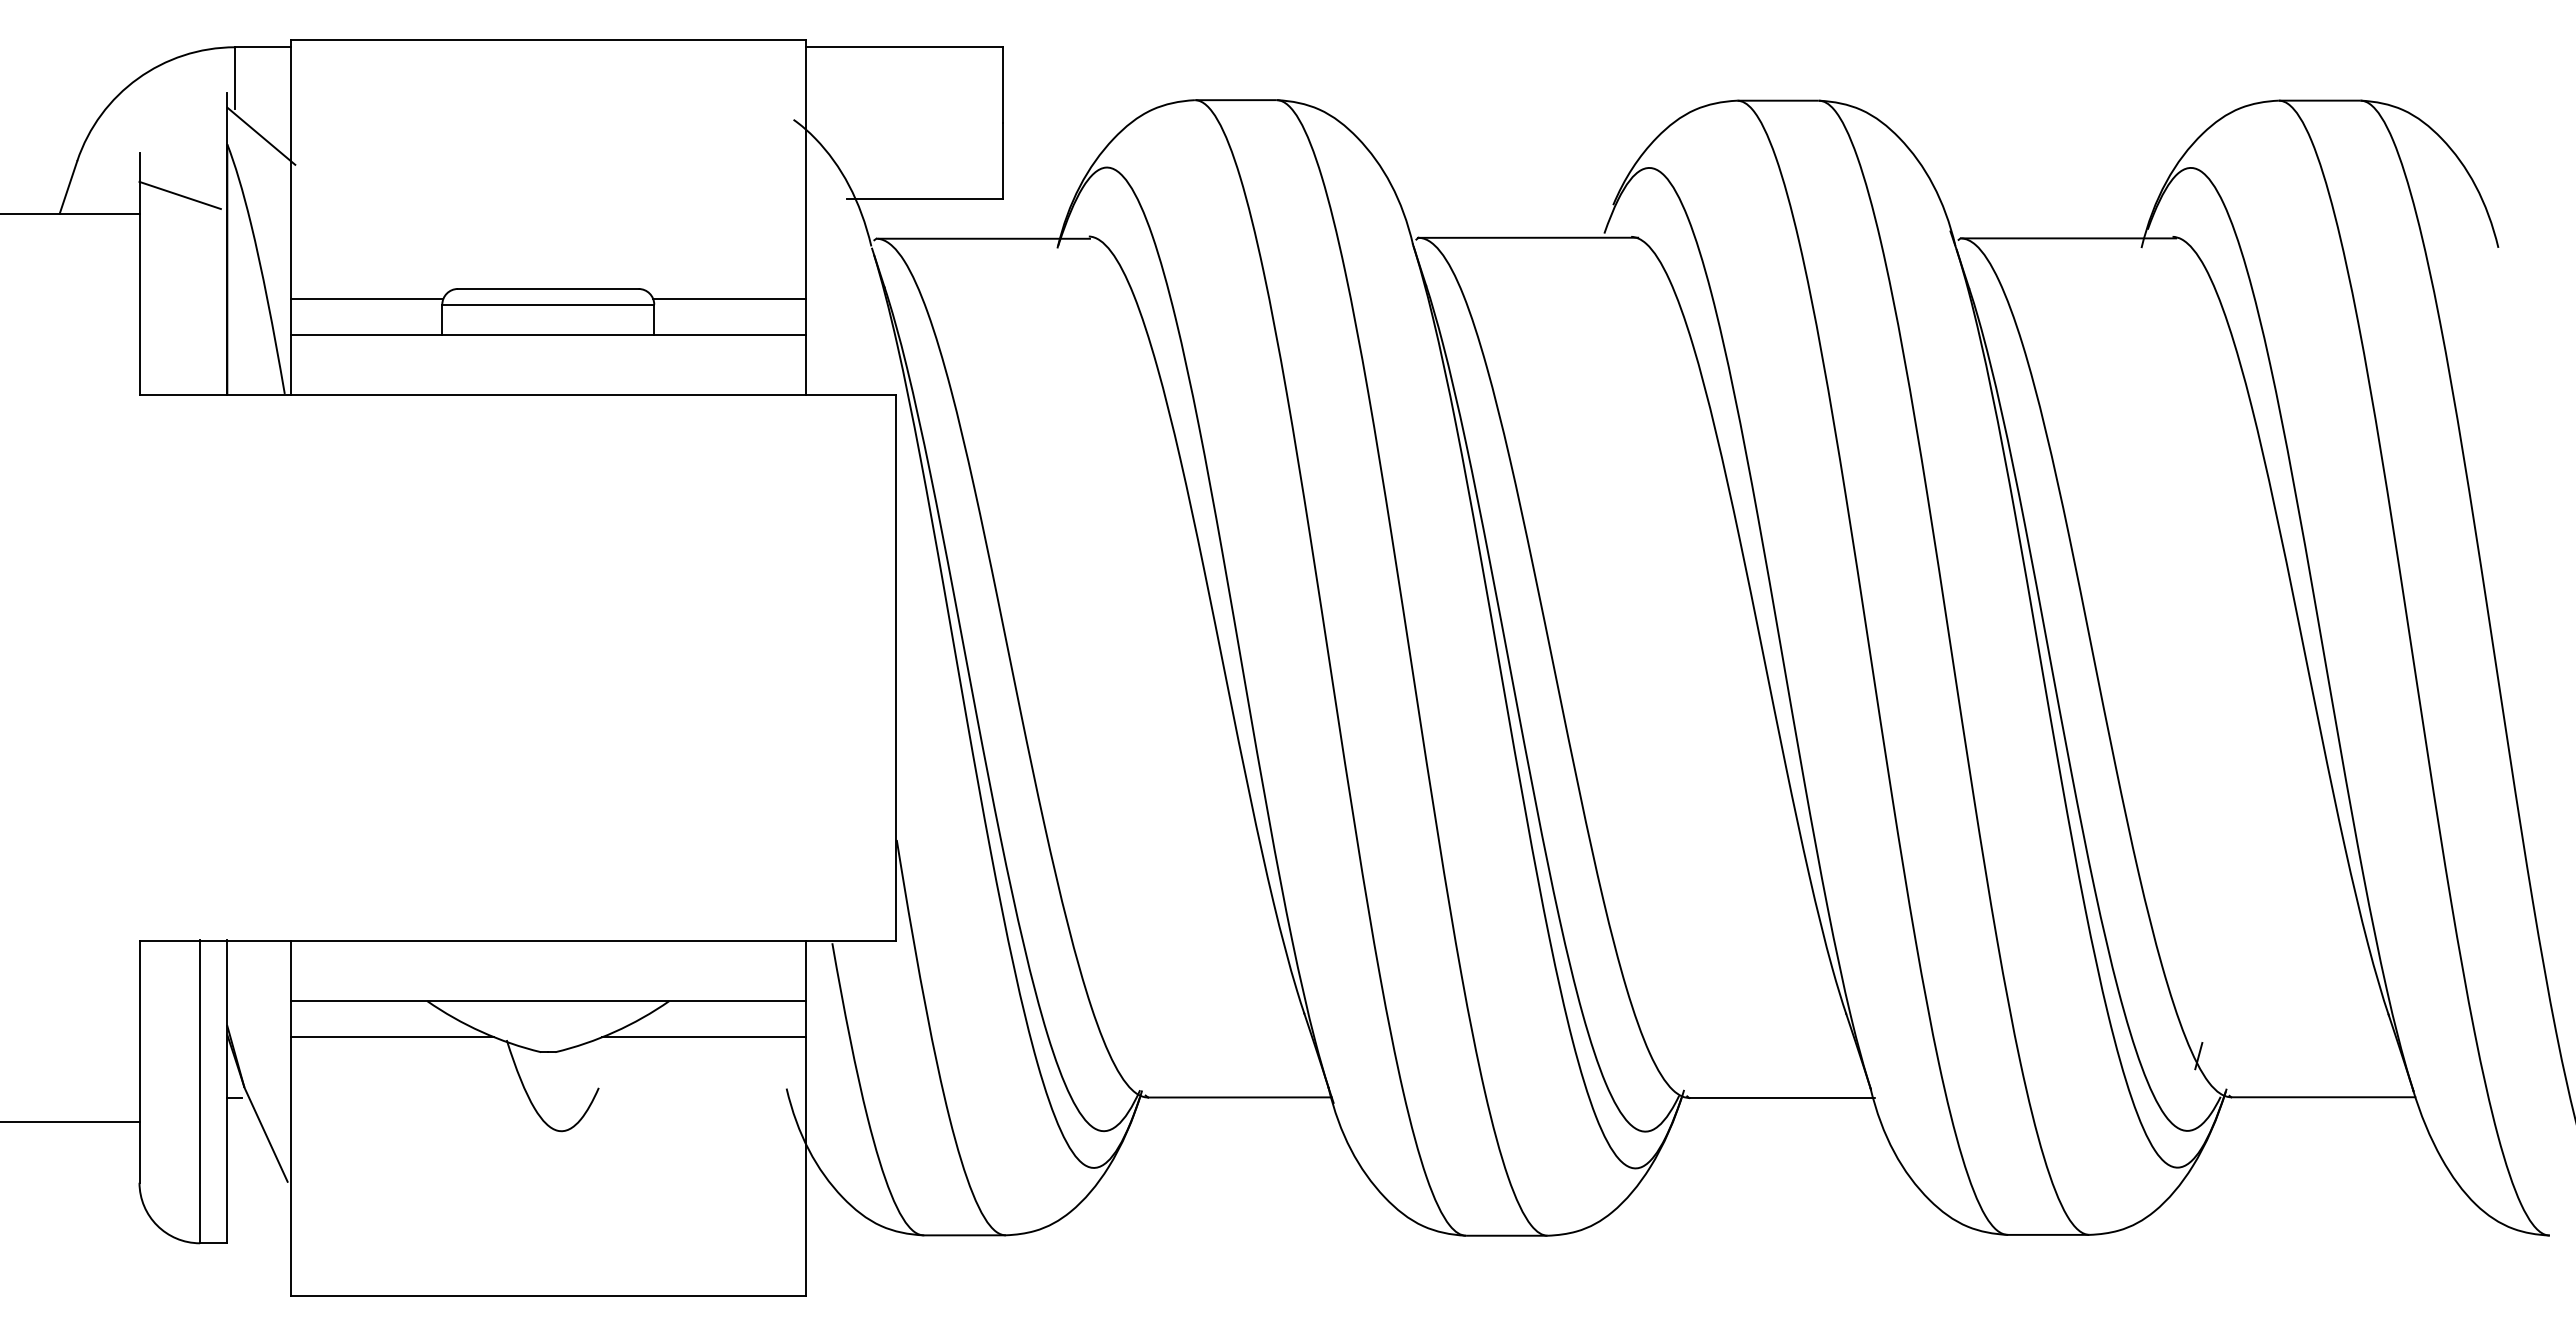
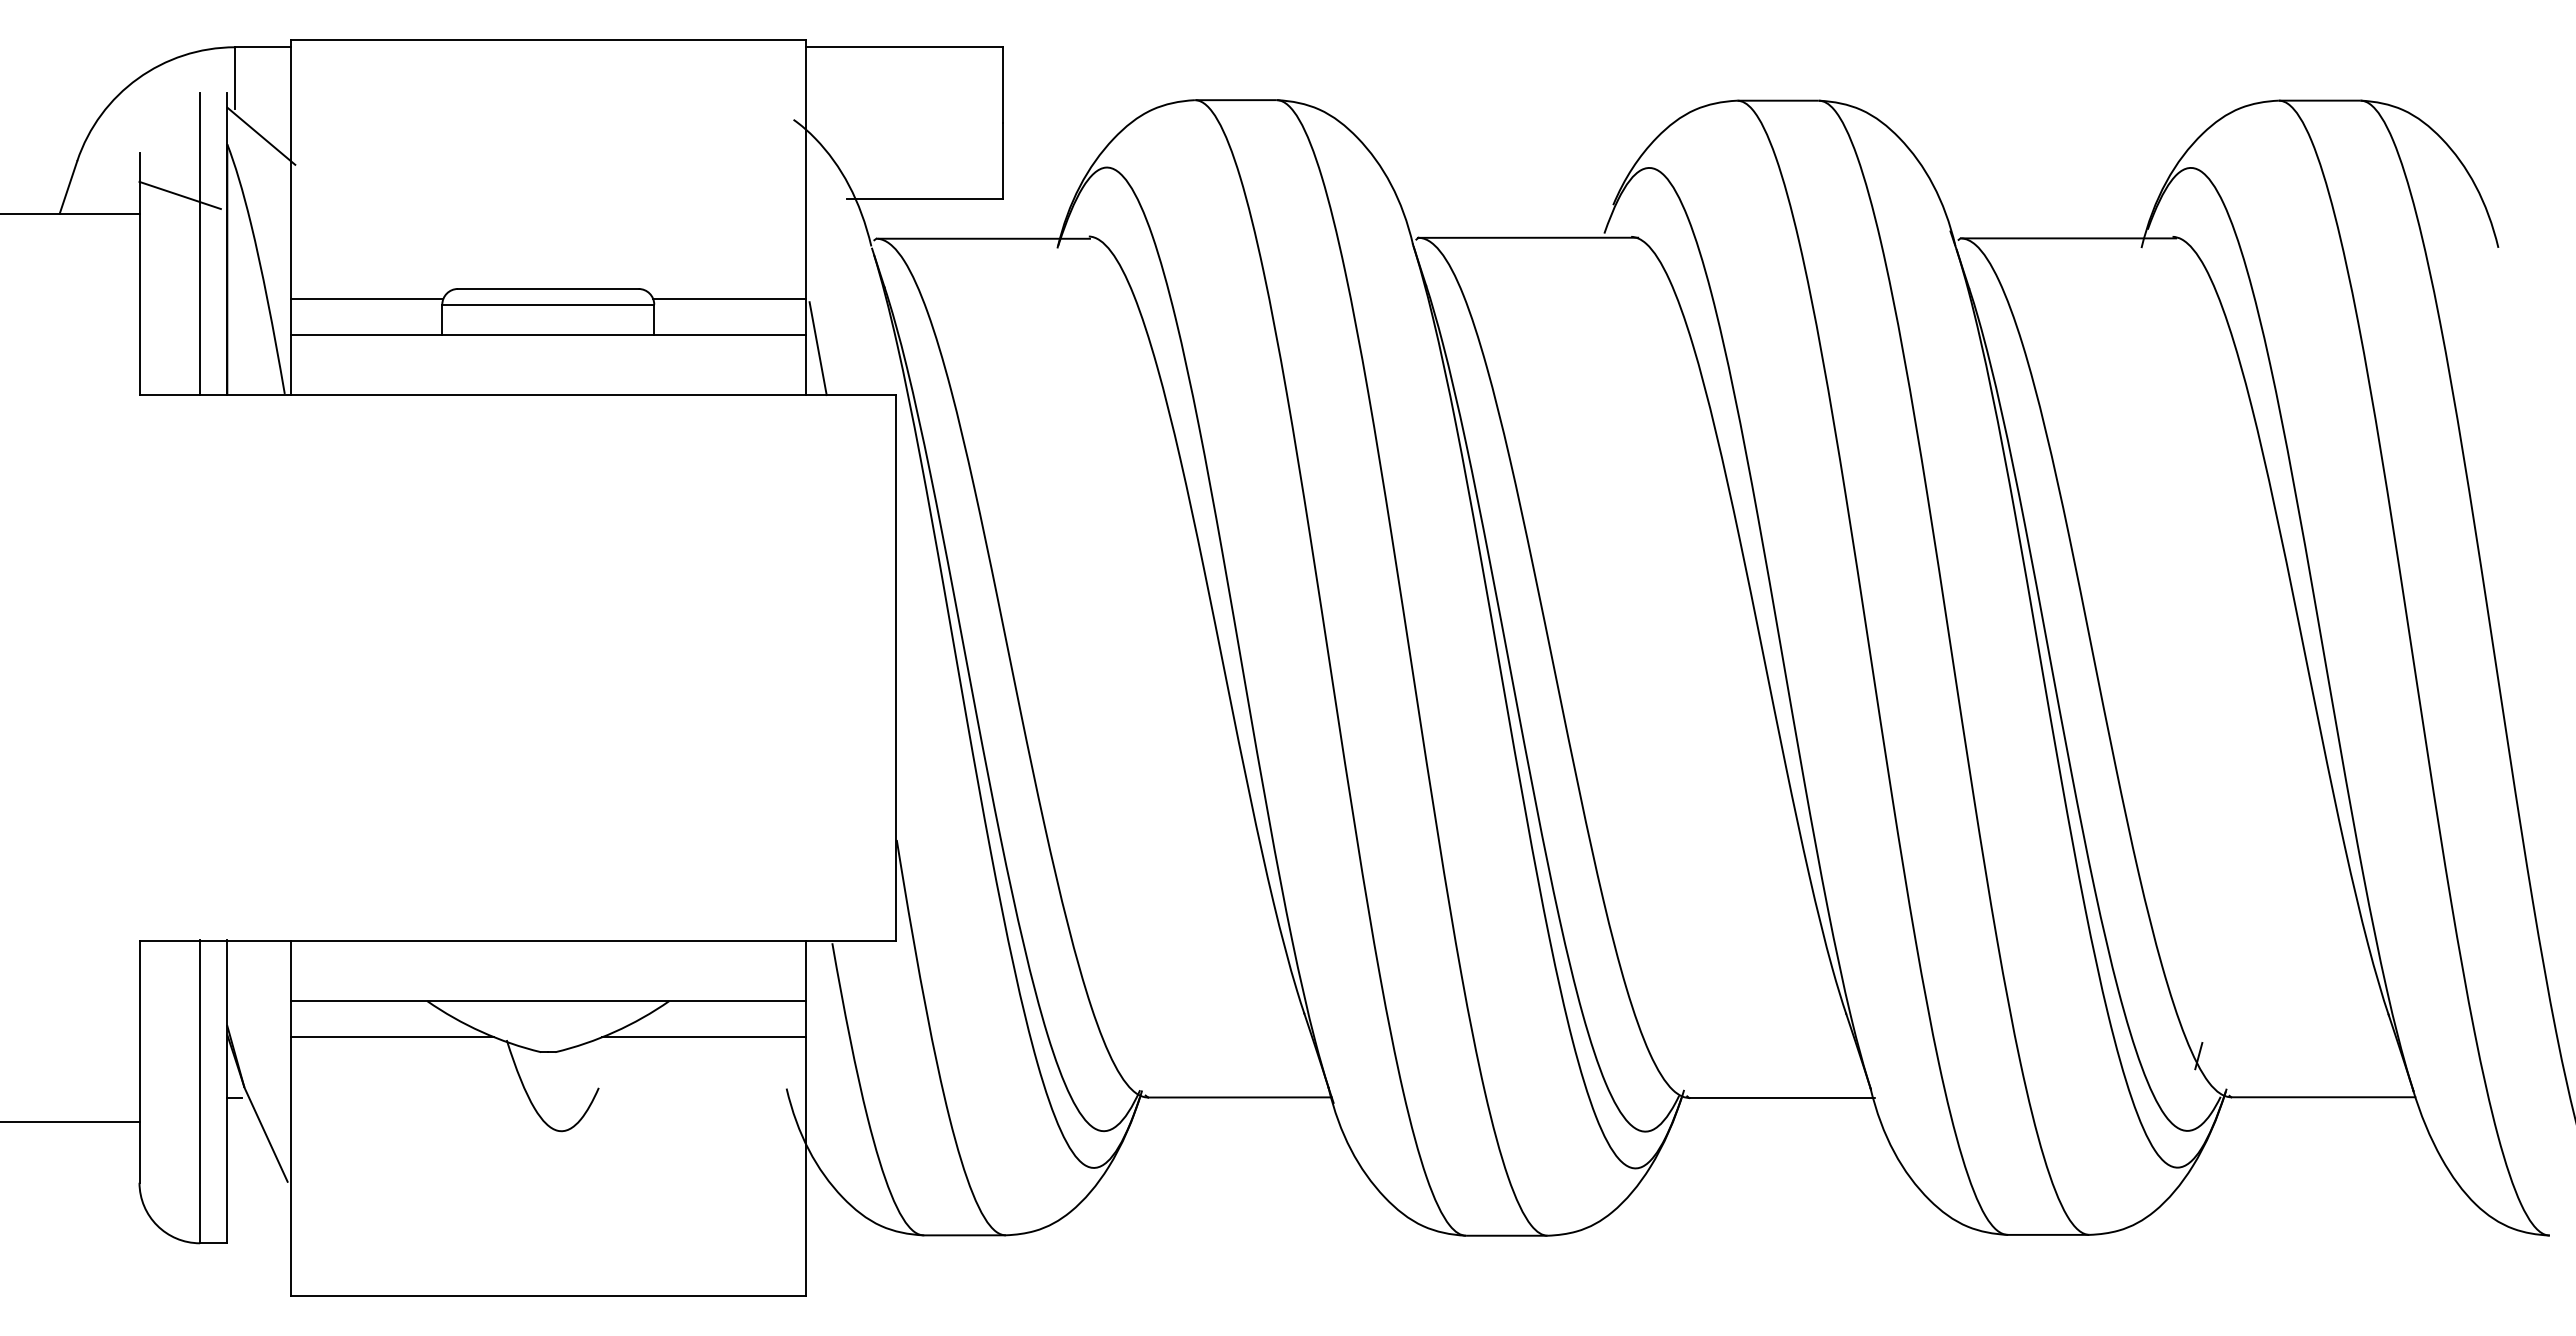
line at (200, 243): none -> present
line at (817, 348): none -> present
